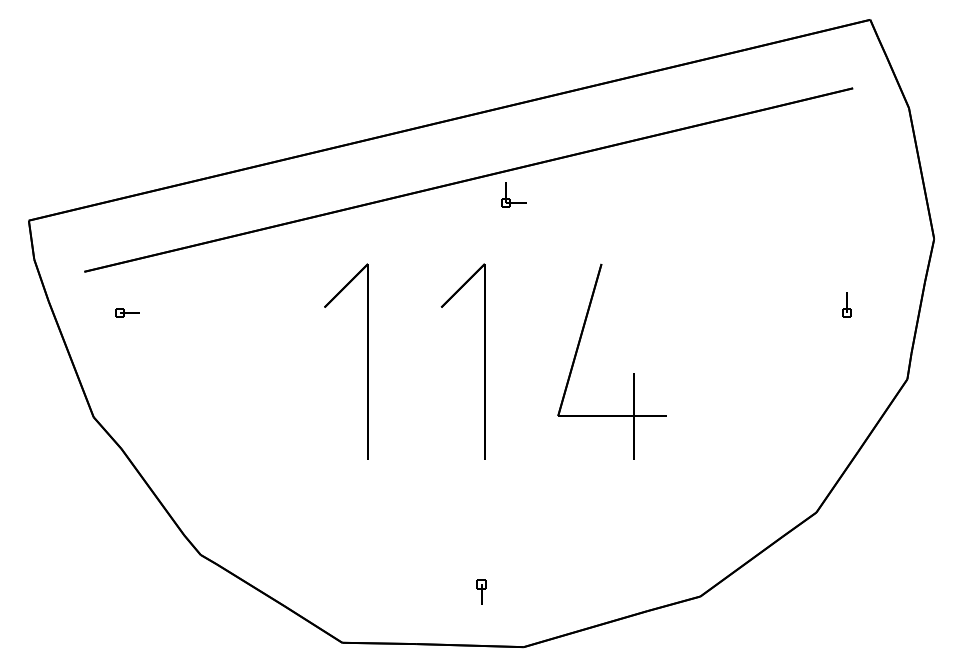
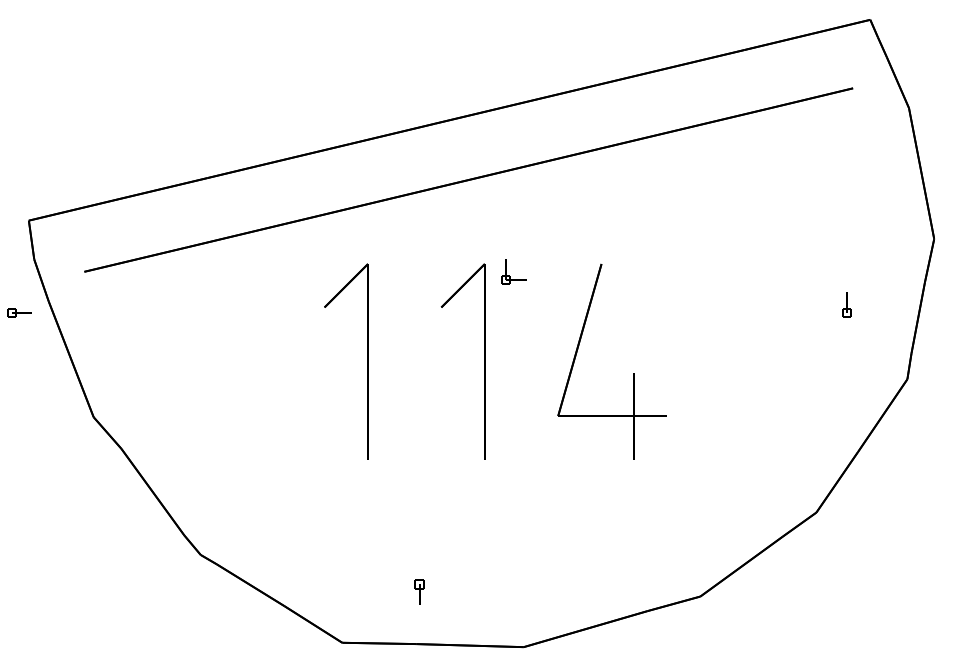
part at (513, 194) position: (513, 194) -> (513, 271)
part at (127, 312) position: (127, 312) -> (19, 312)
part at (481, 591) position: (481, 591) -> (419, 591)
